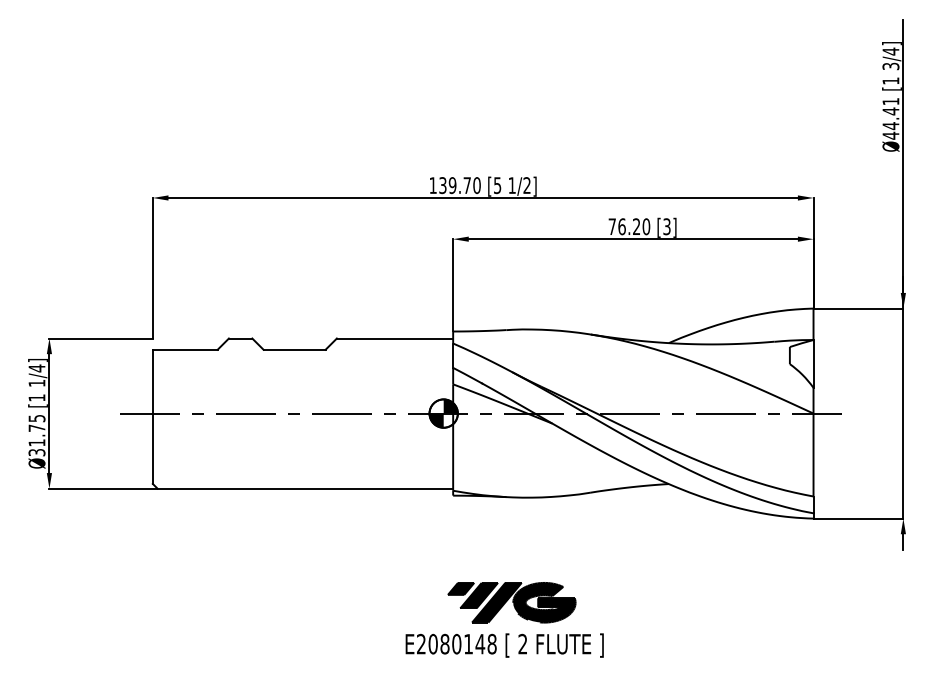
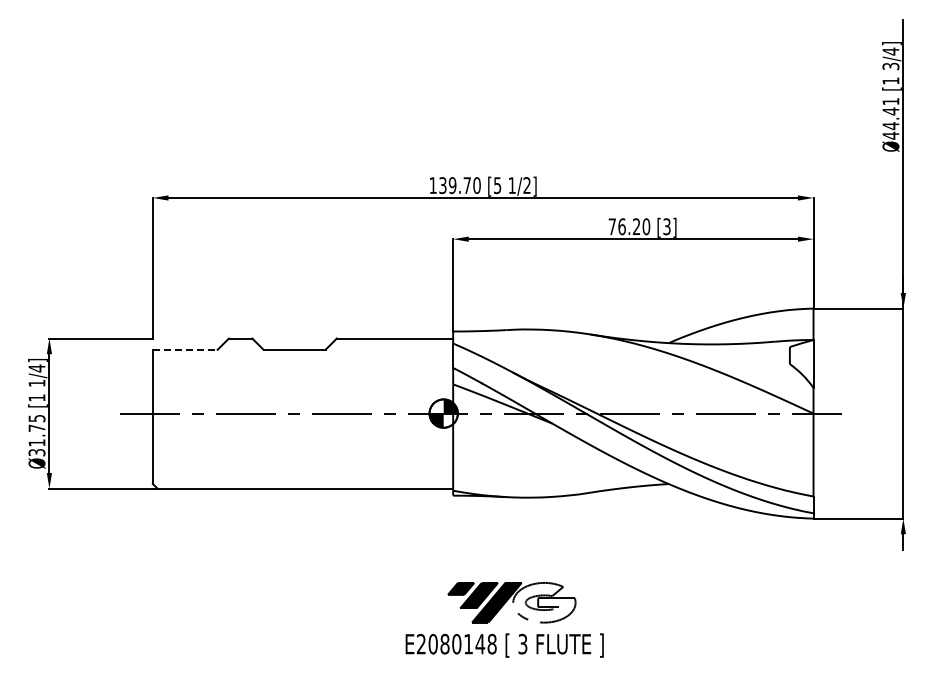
line at (185, 349): solid -> dashed
fill at (544, 602): present -> none
text at (522, 644): 2 -> 3
